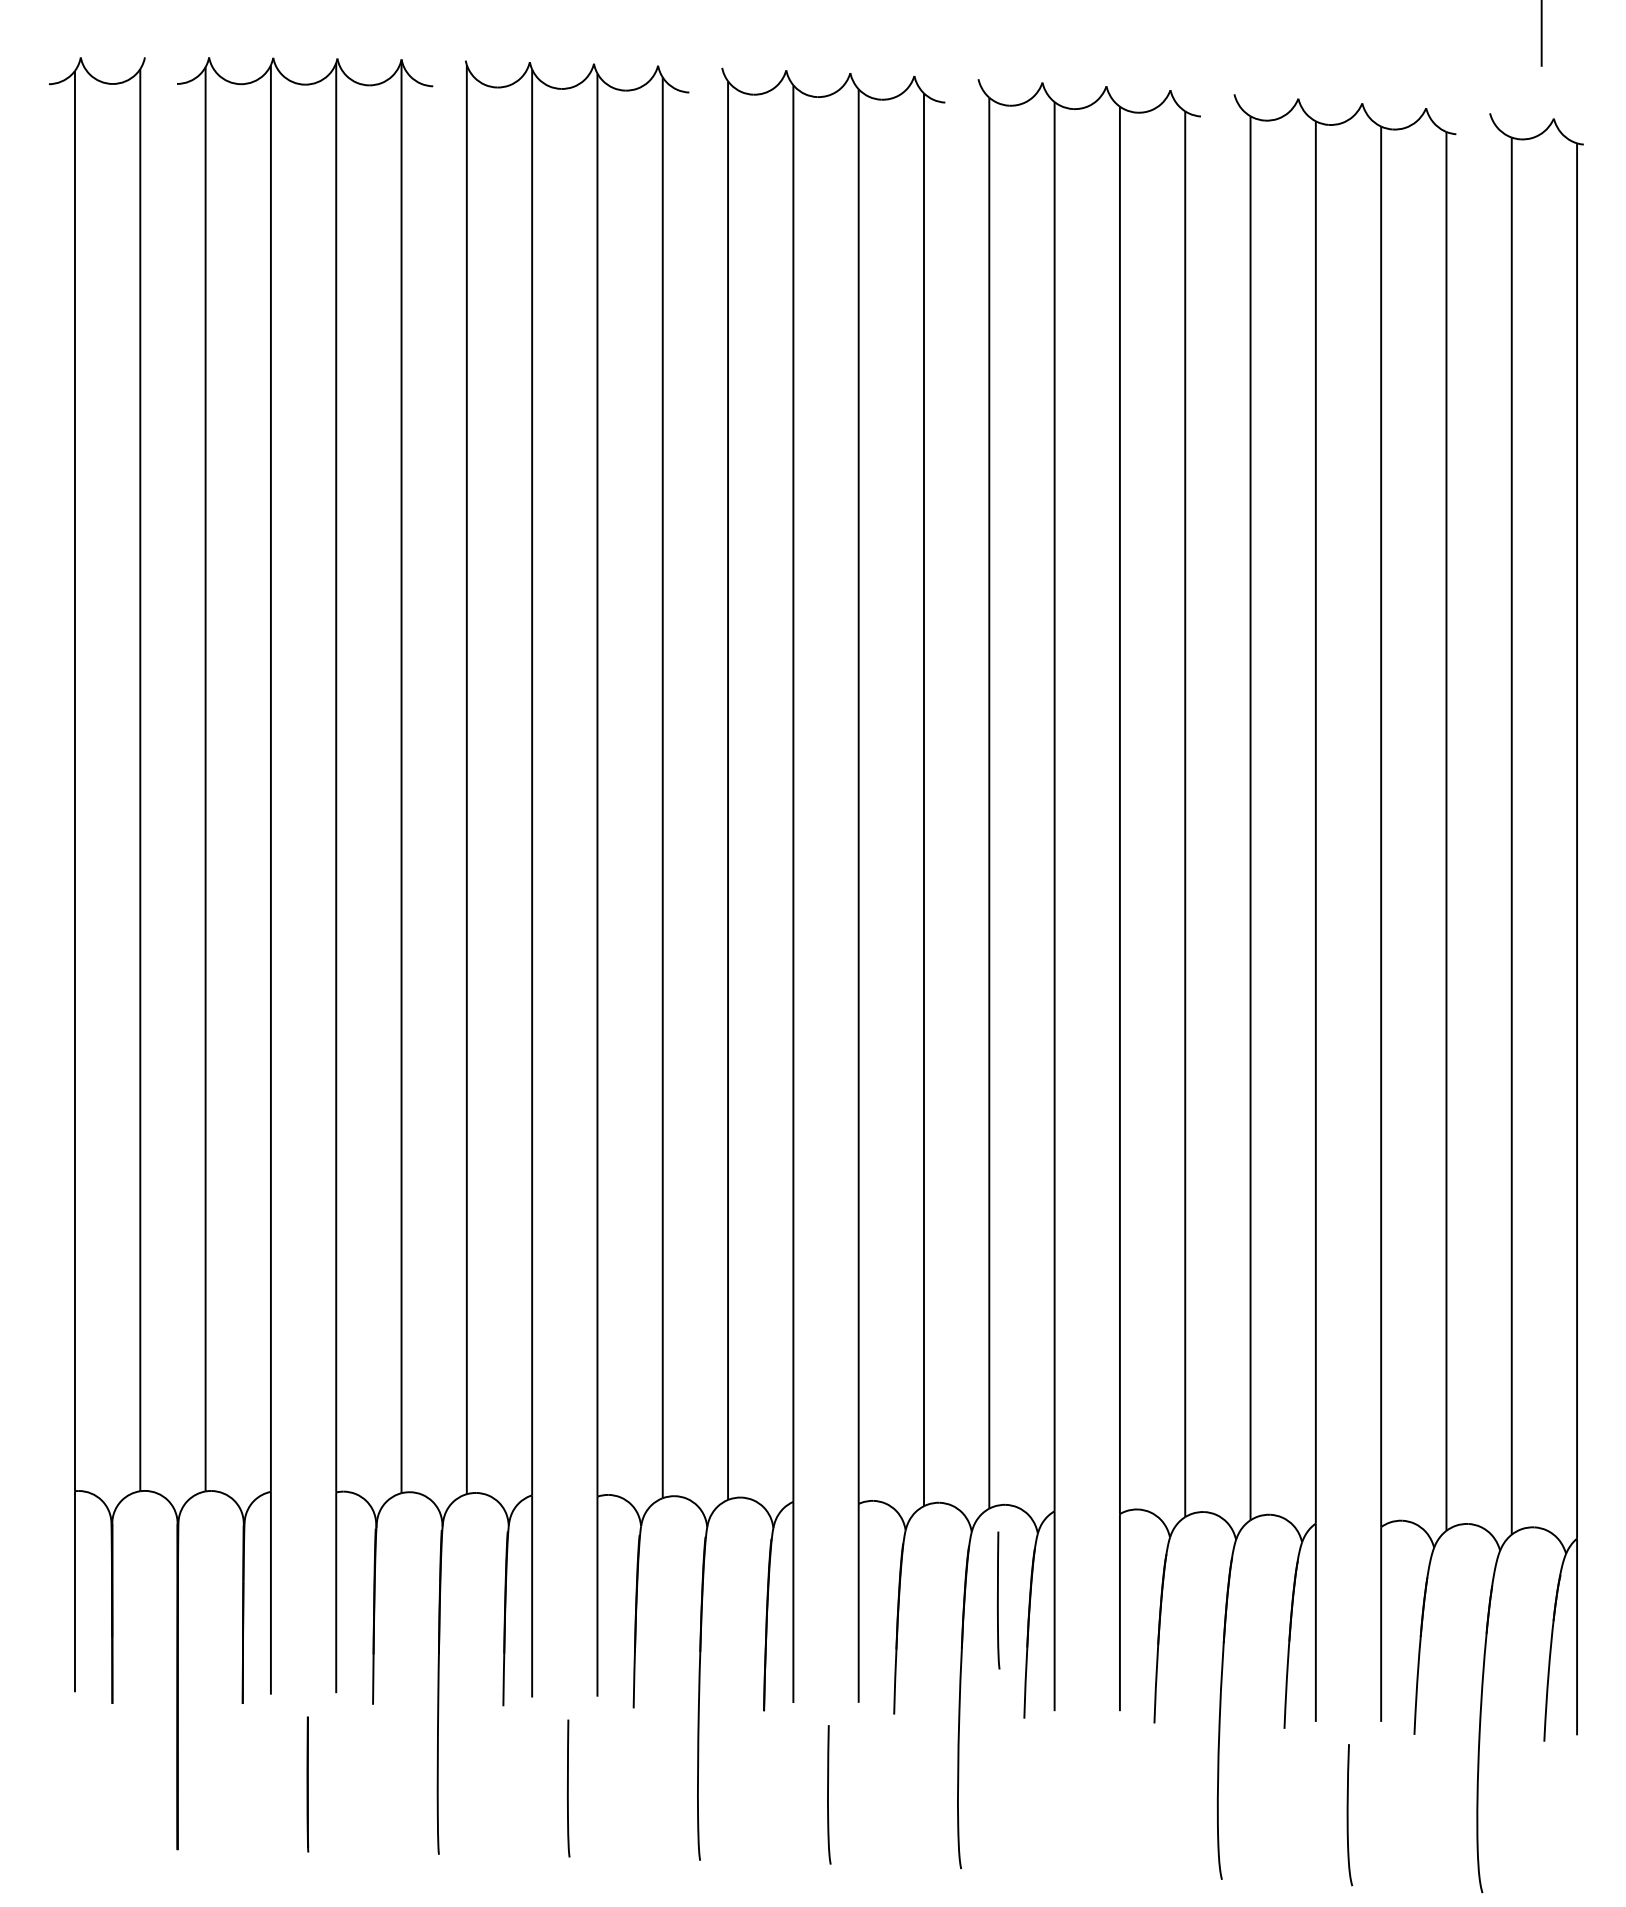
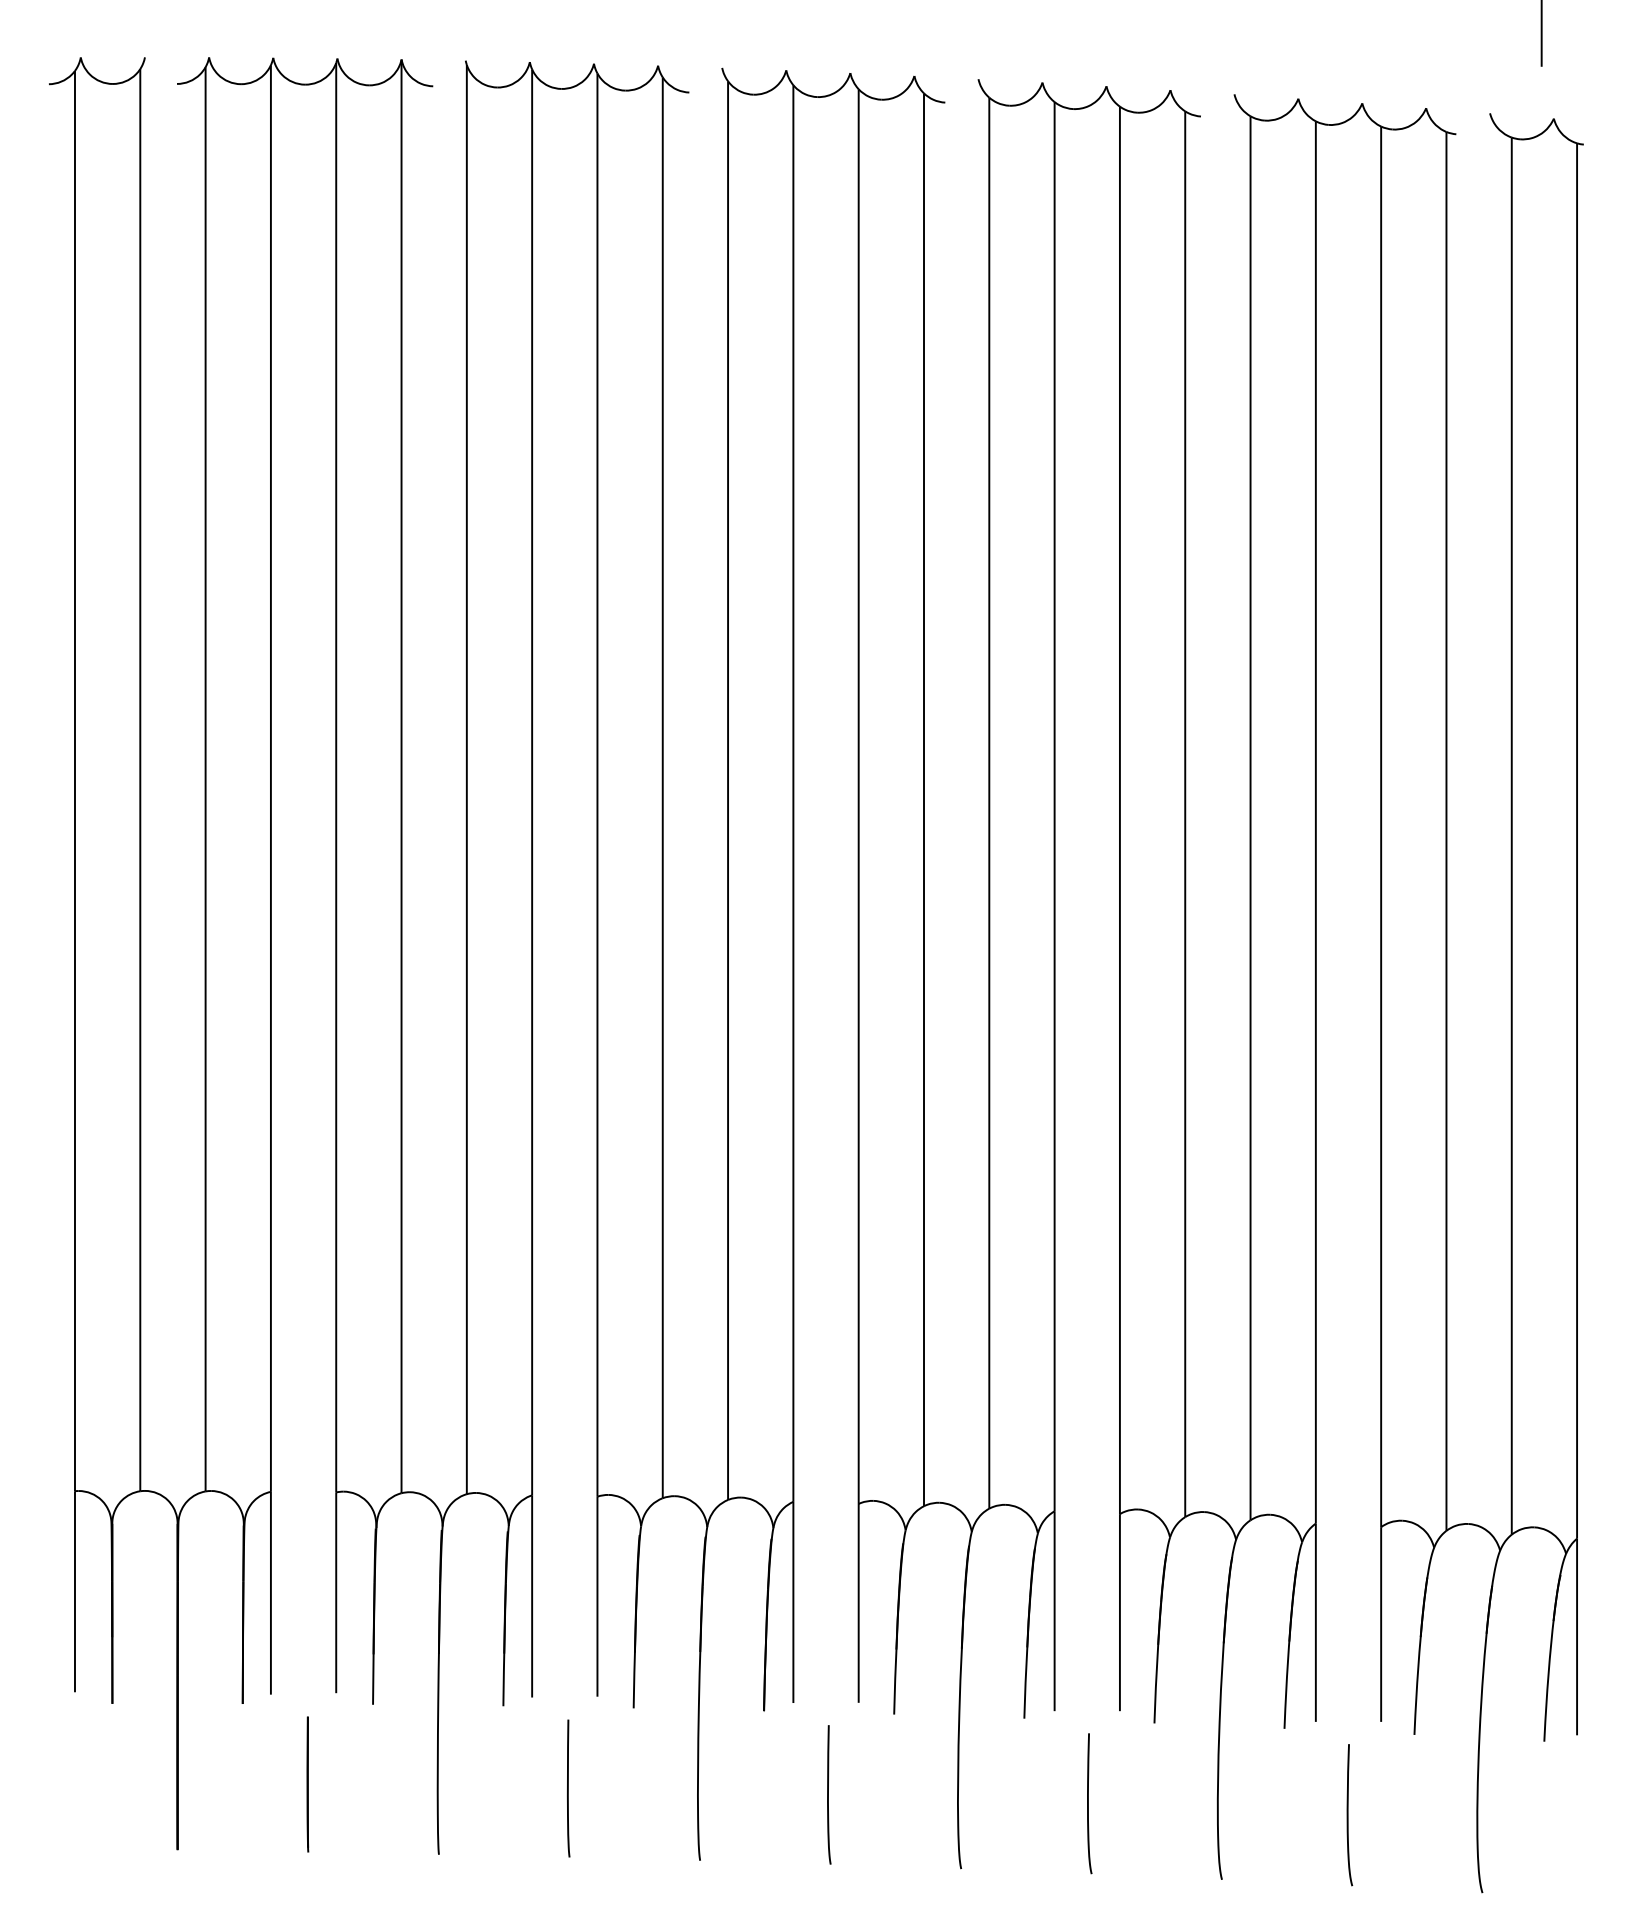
curve at (998, 1600): present -> none
curve at (1088, 1803): none -> present
